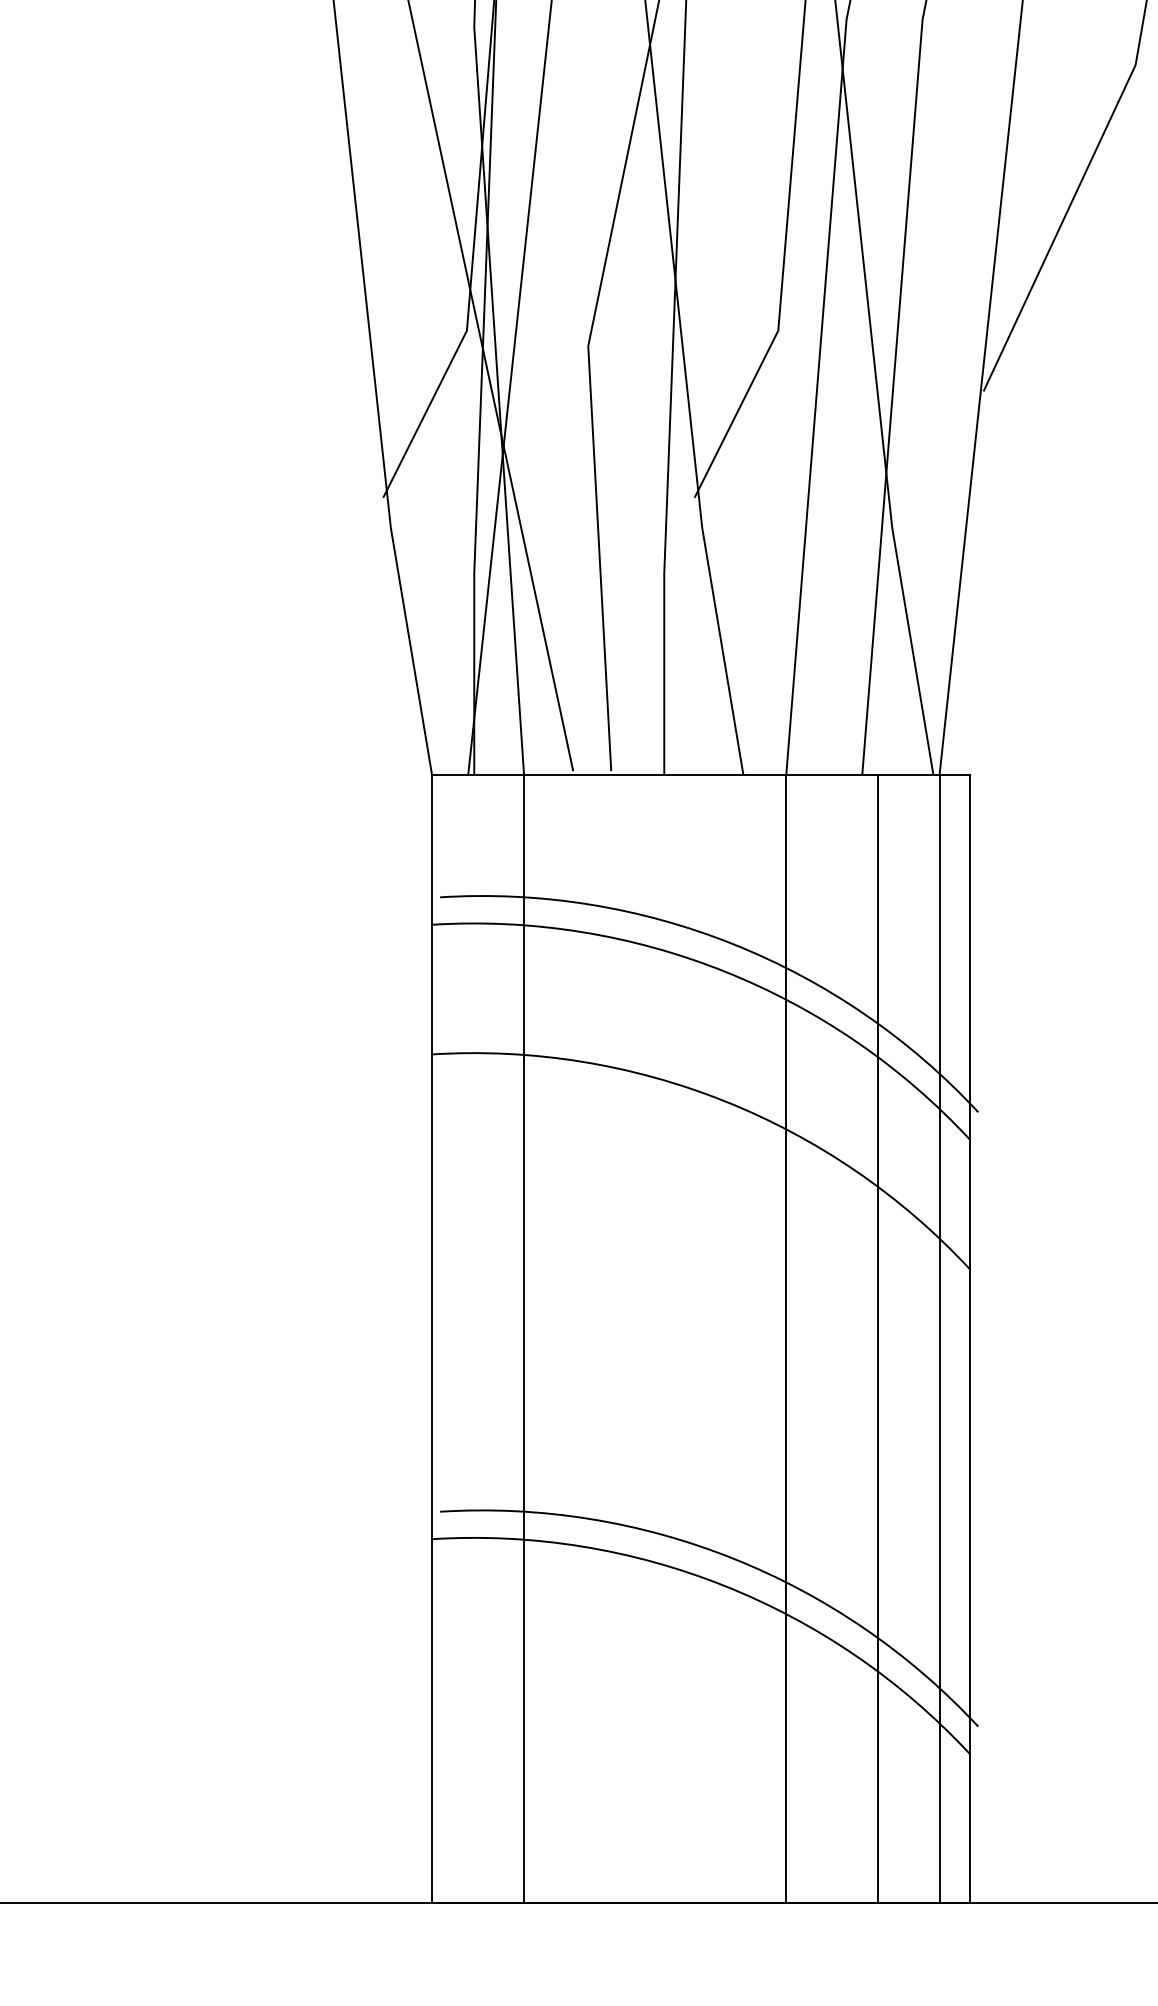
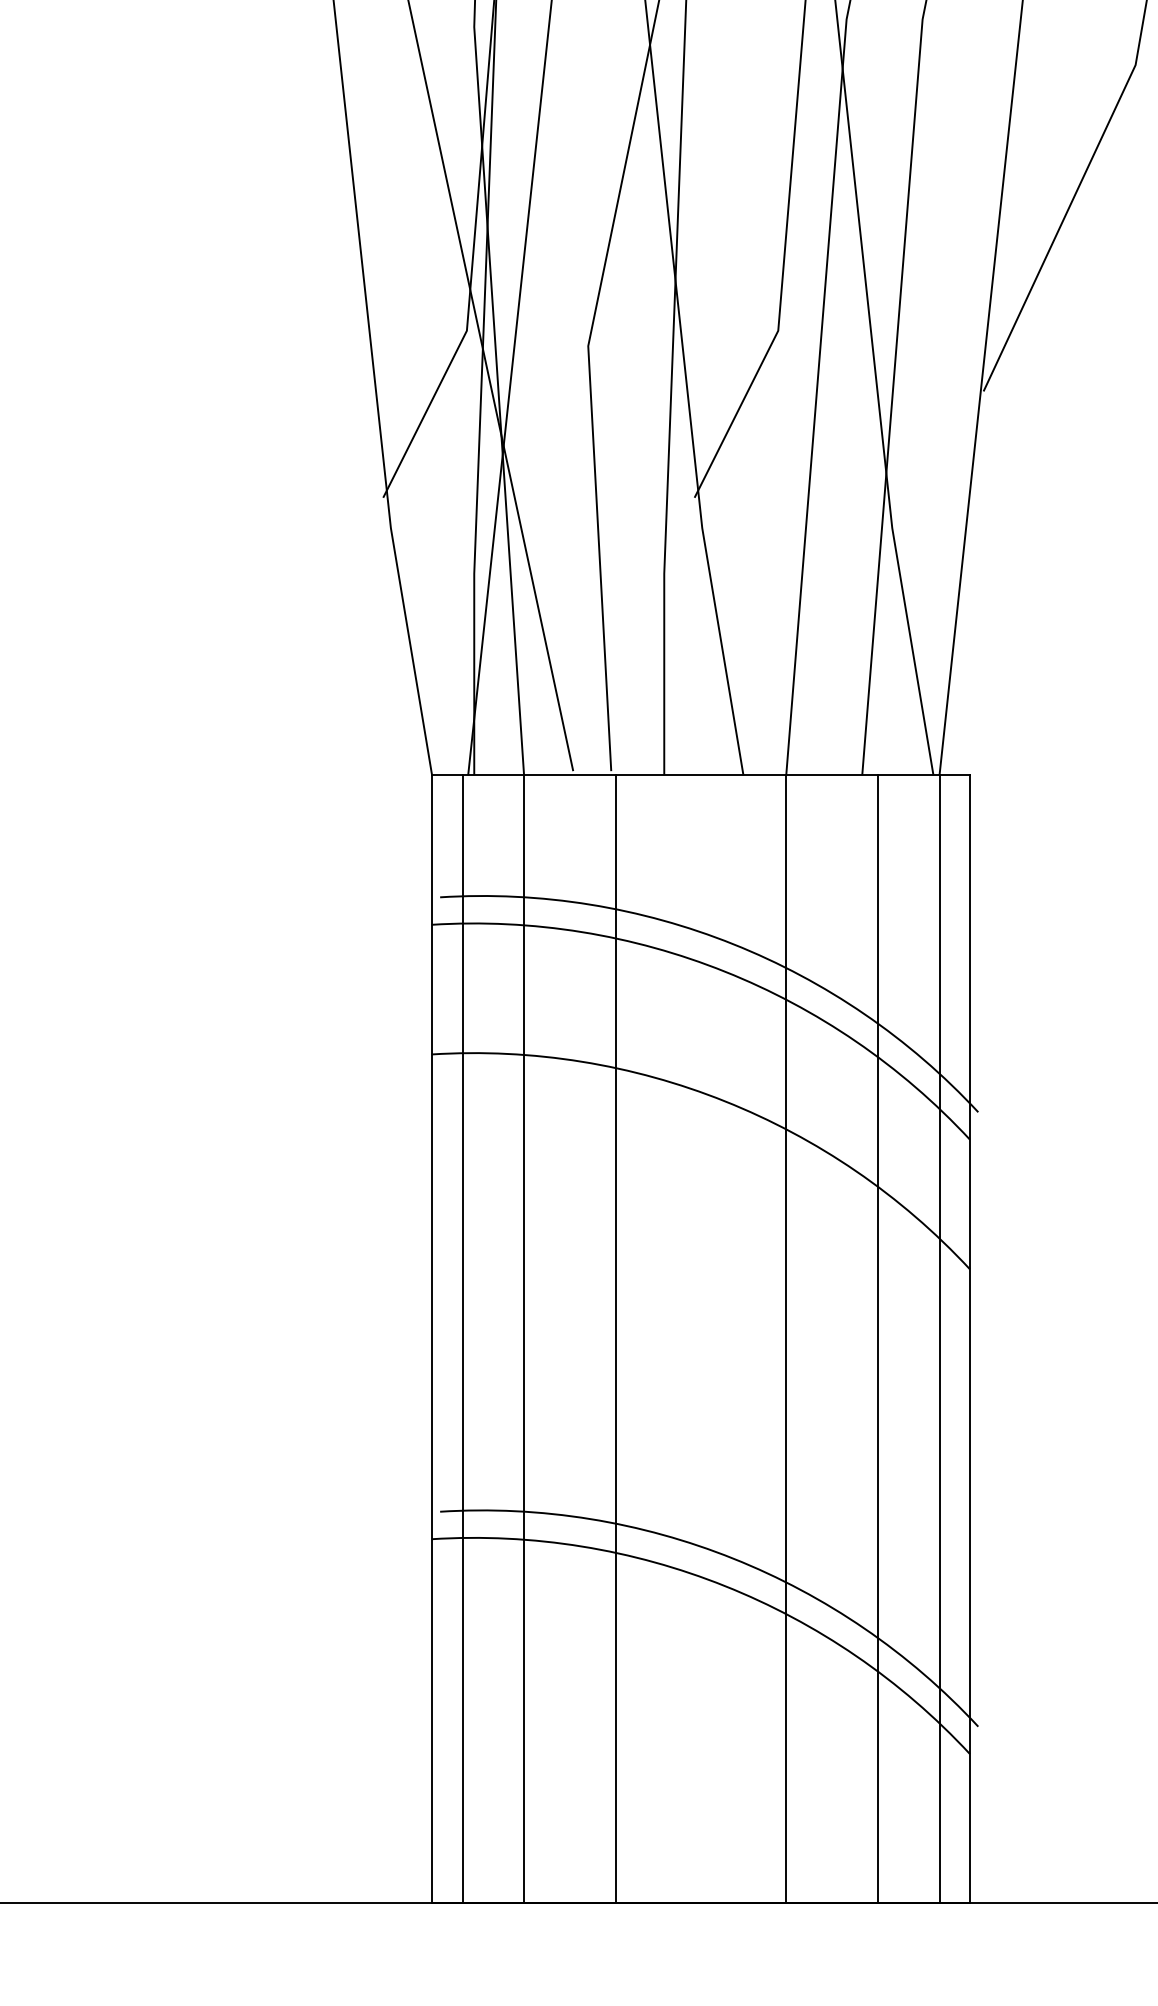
line at (462, 1338): none -> present
line at (616, 1338): none -> present
